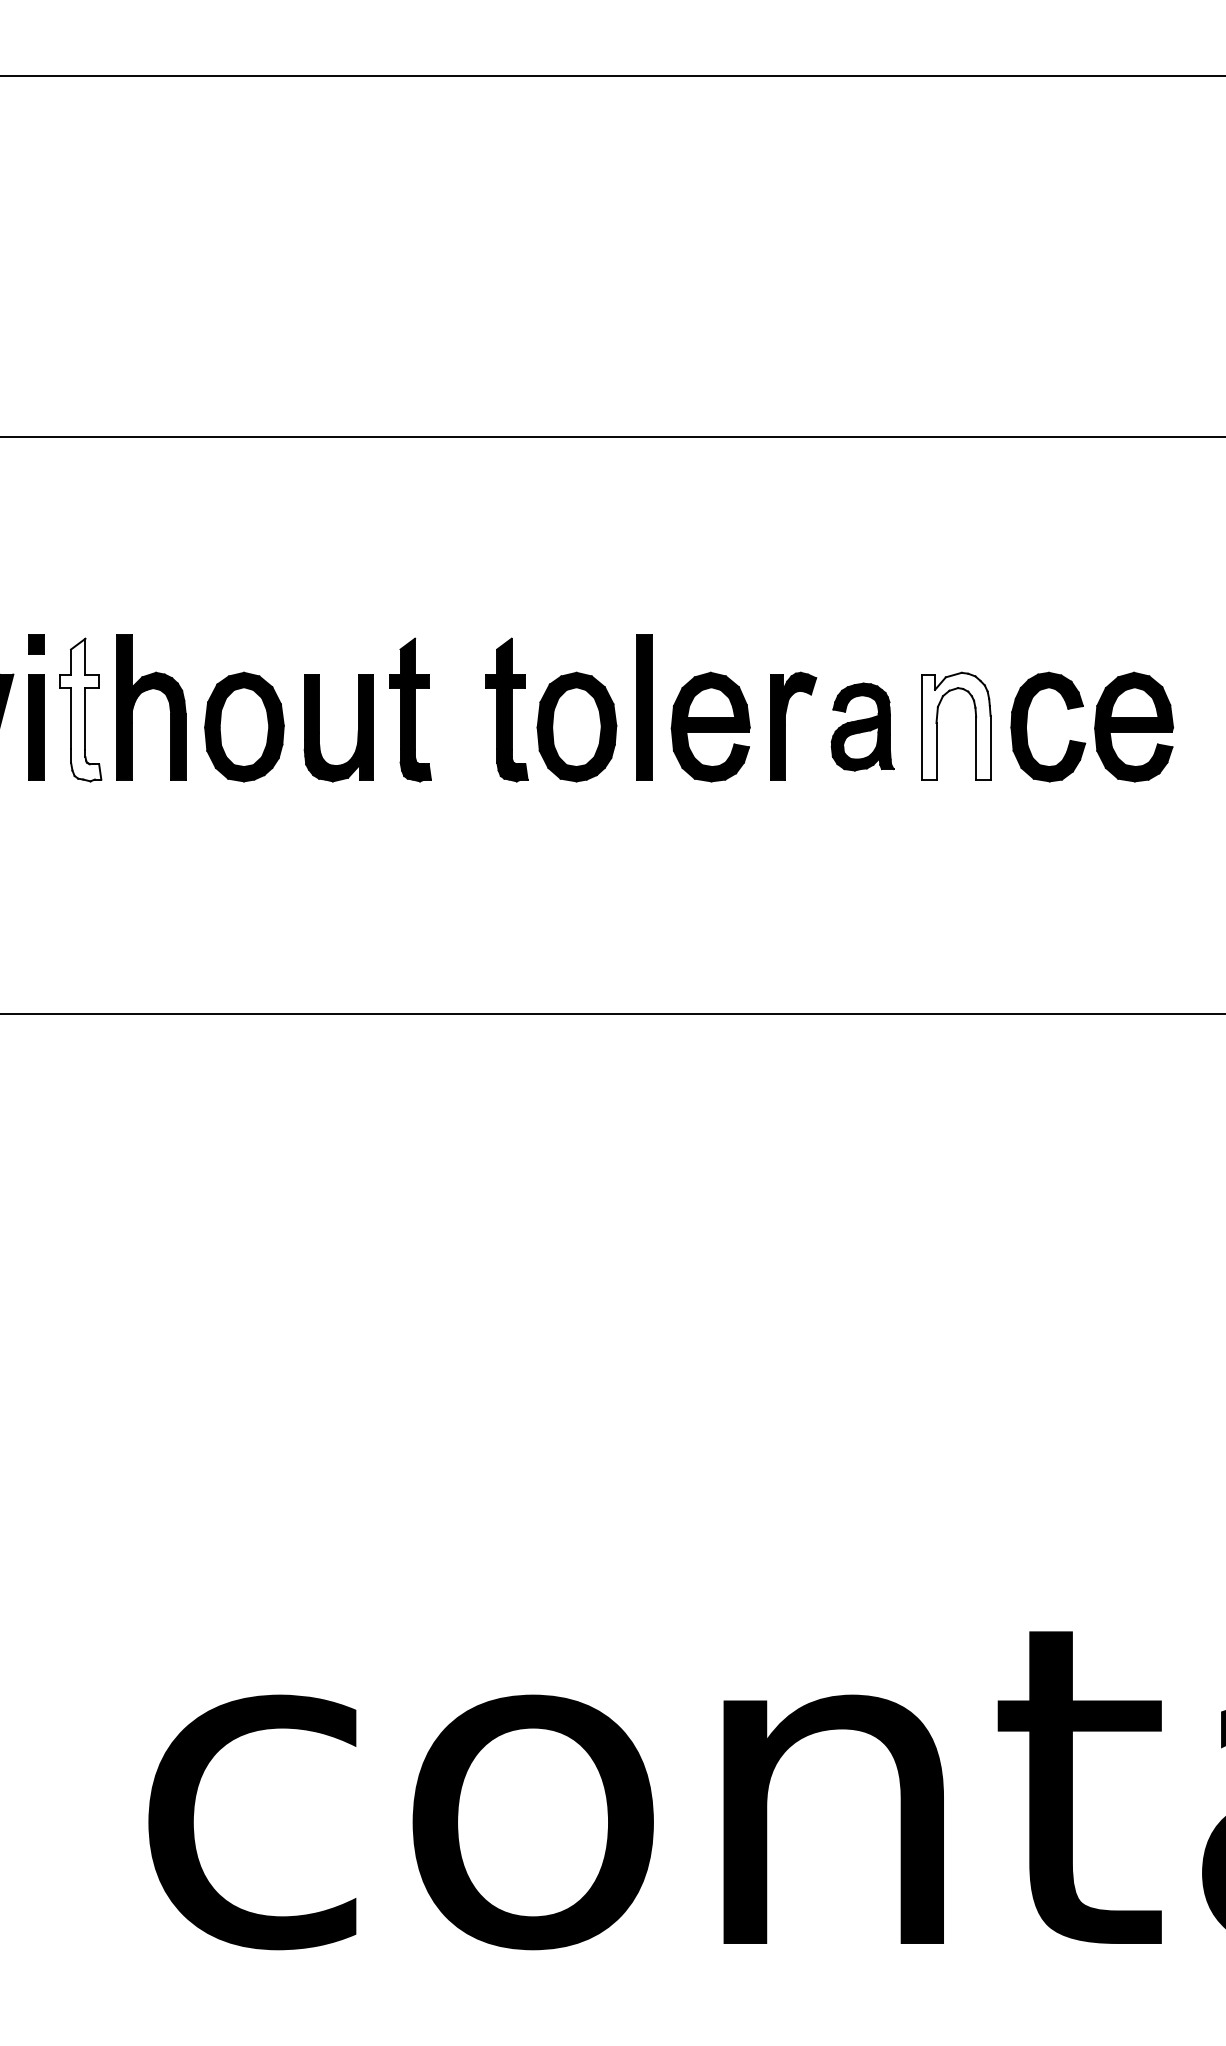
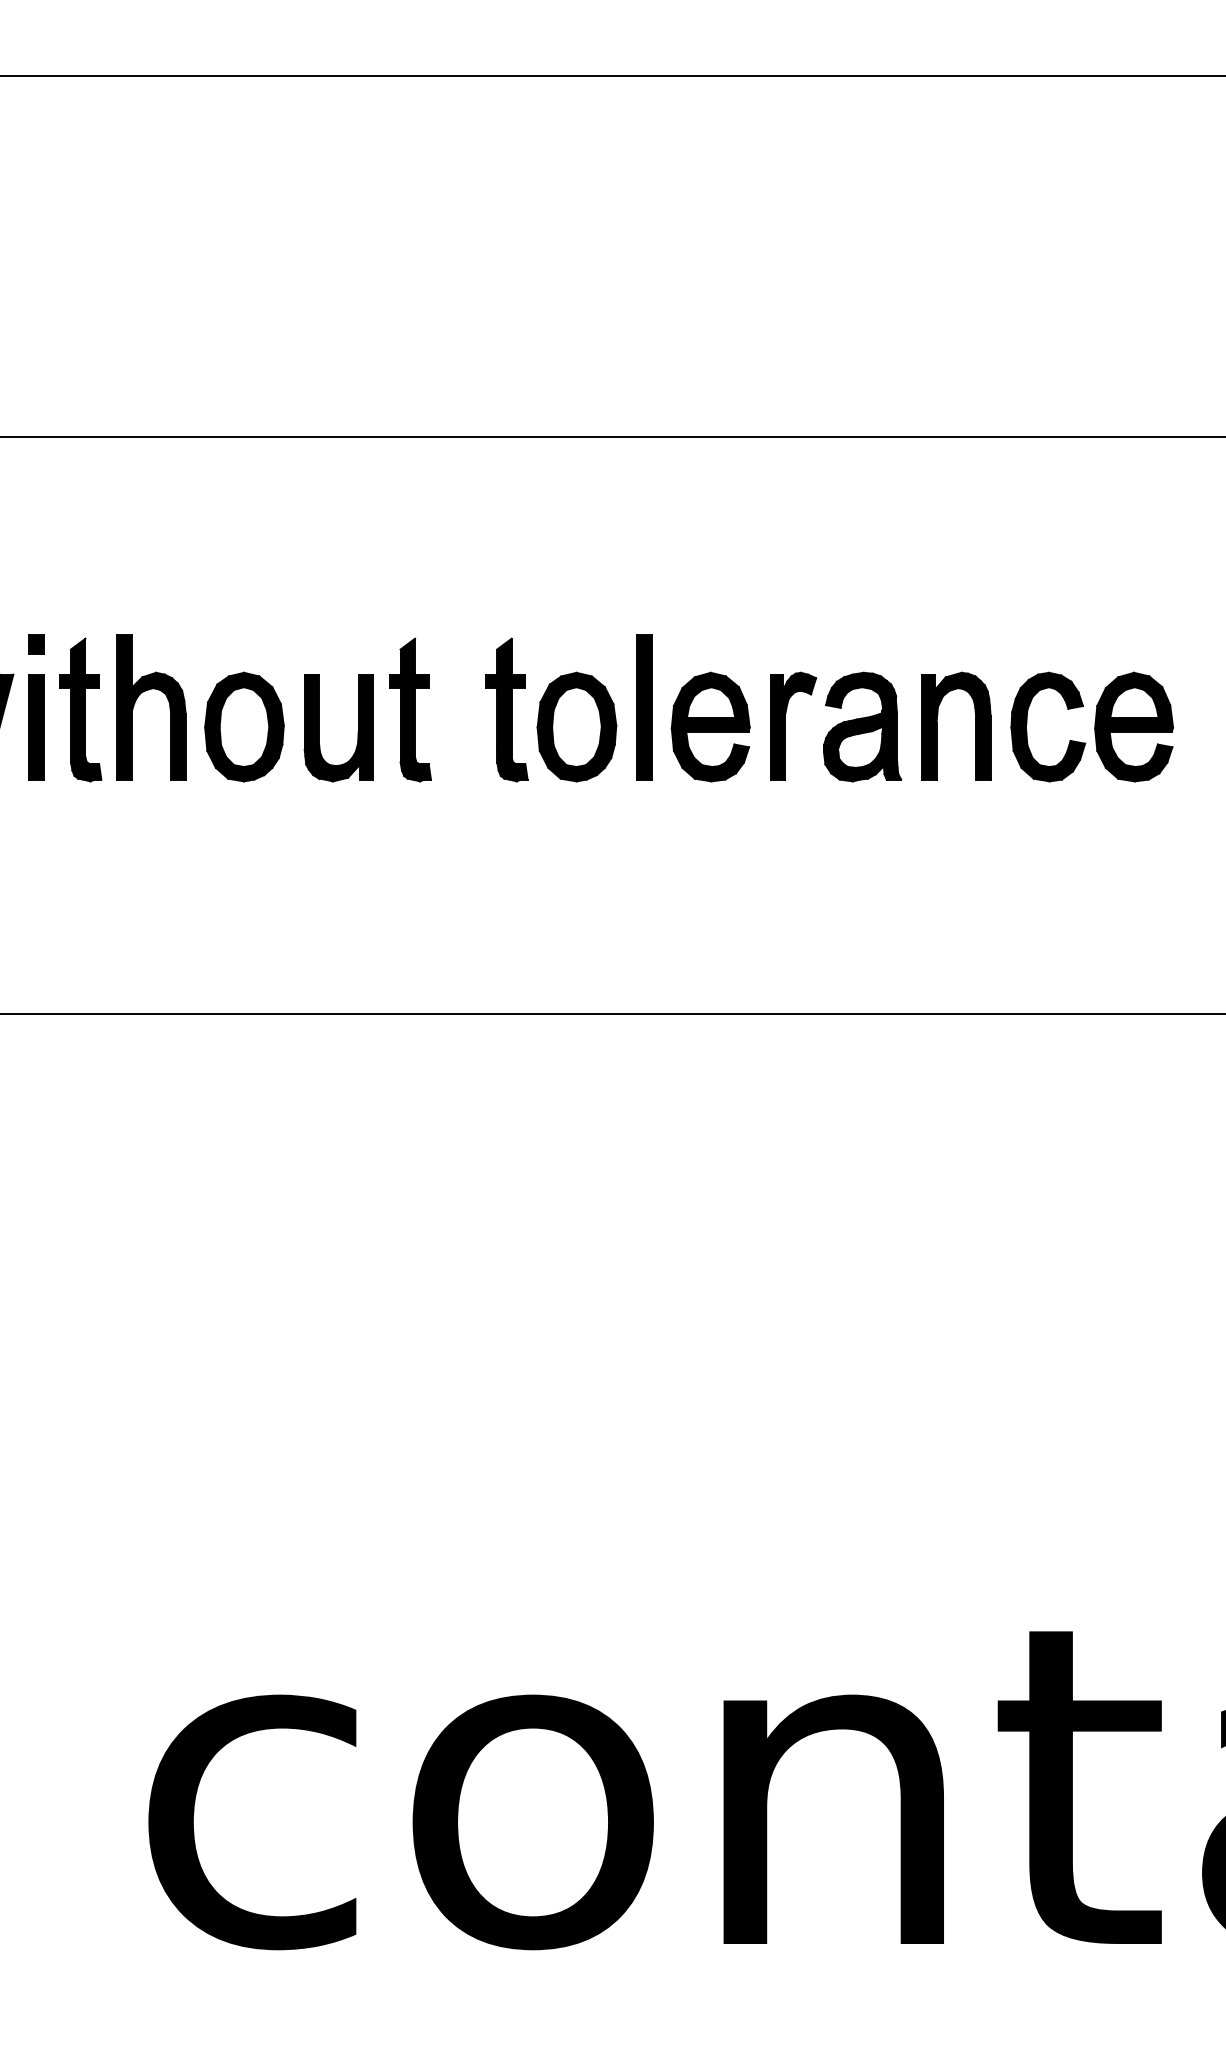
fill at (80, 709): none -> present
fill at (956, 725): none -> present
part at (862, 726) size: 65x90 px -> 80x112 px
